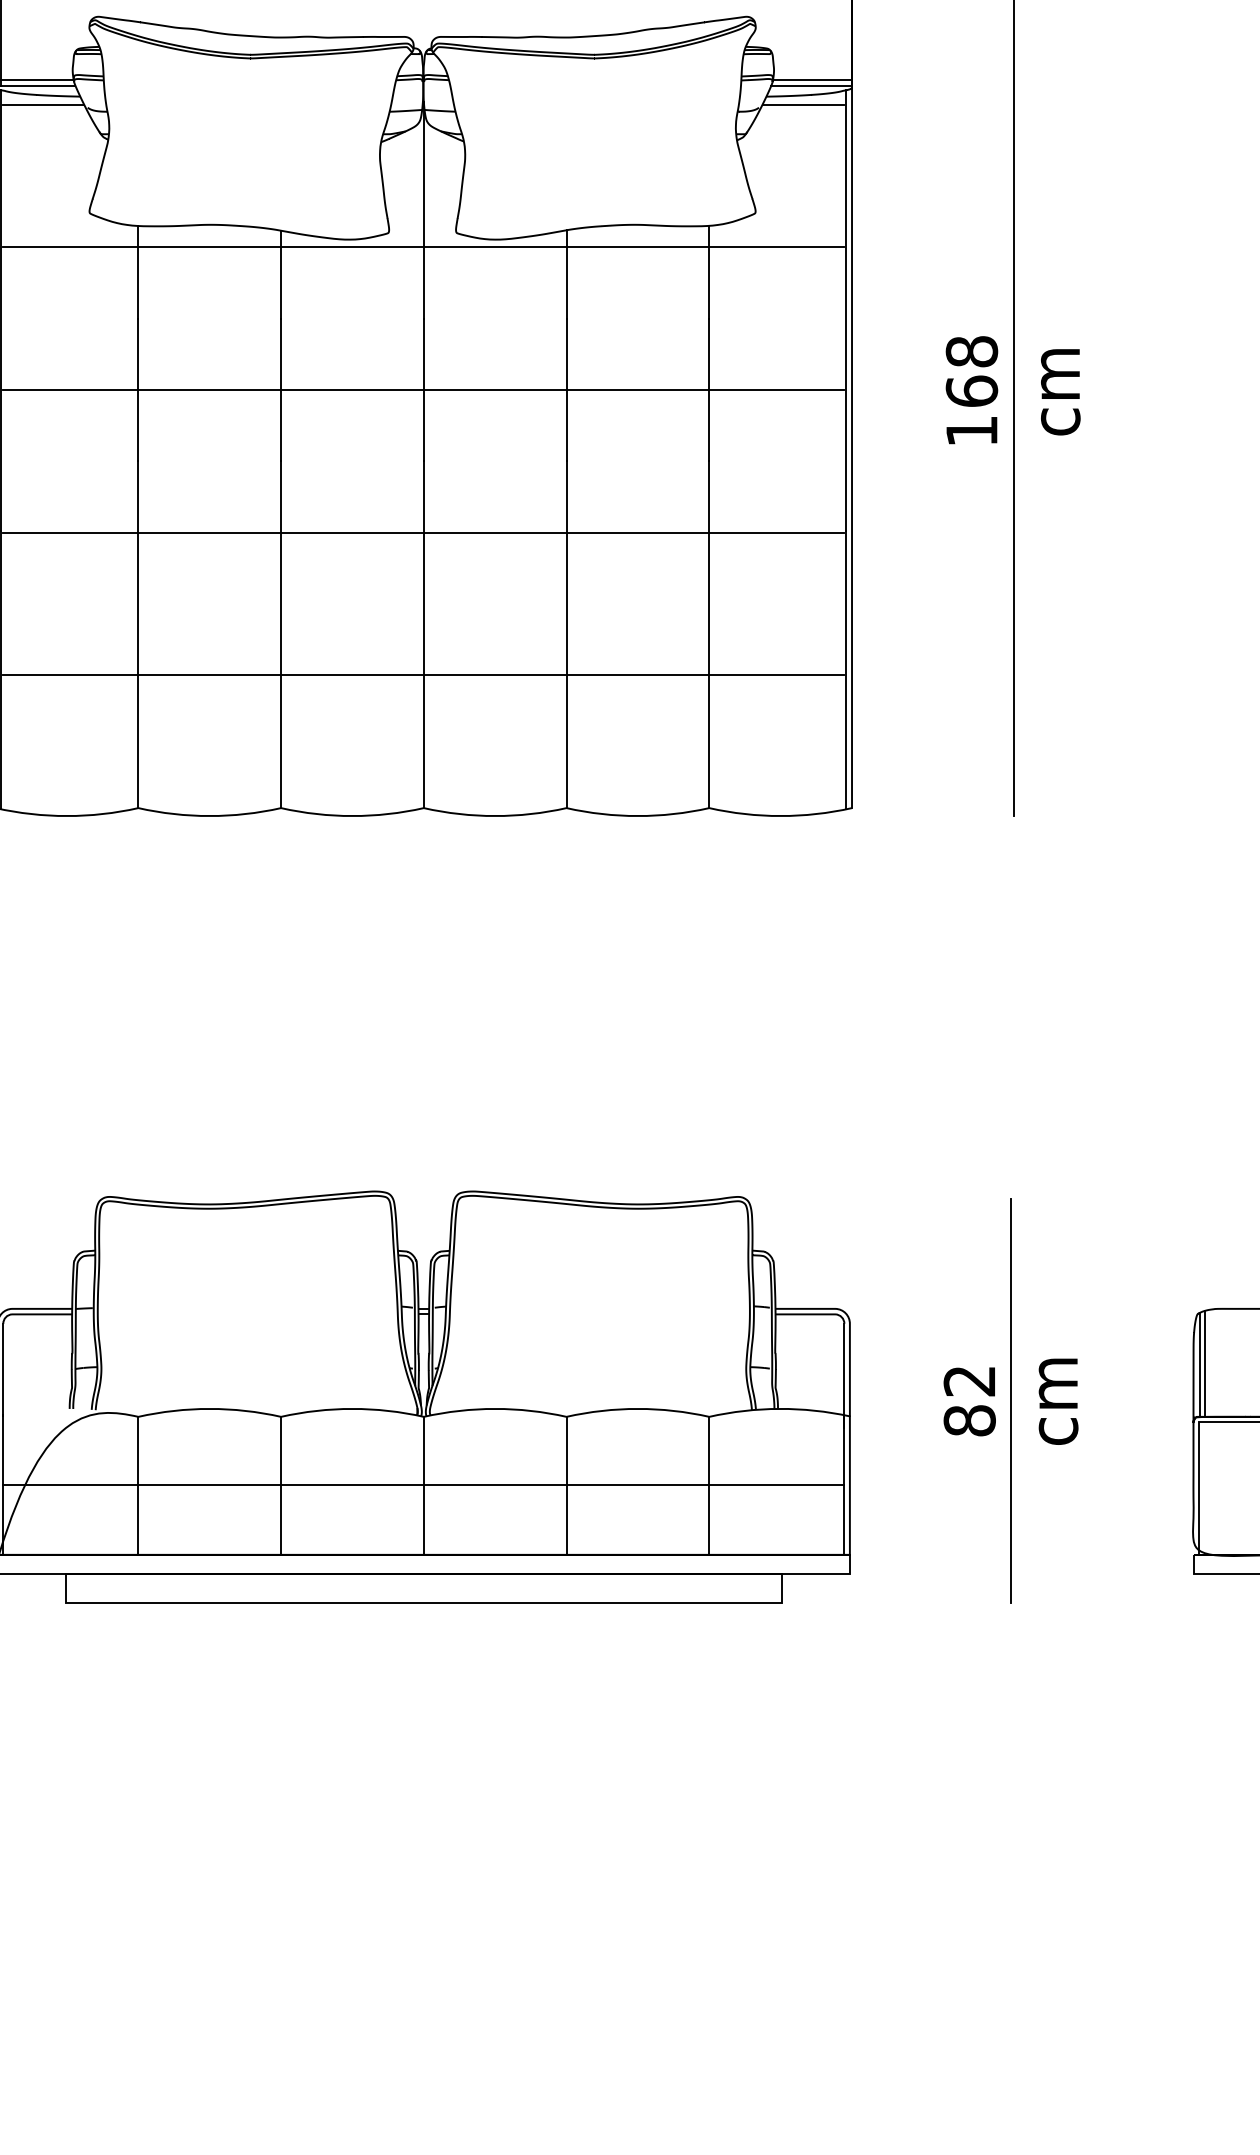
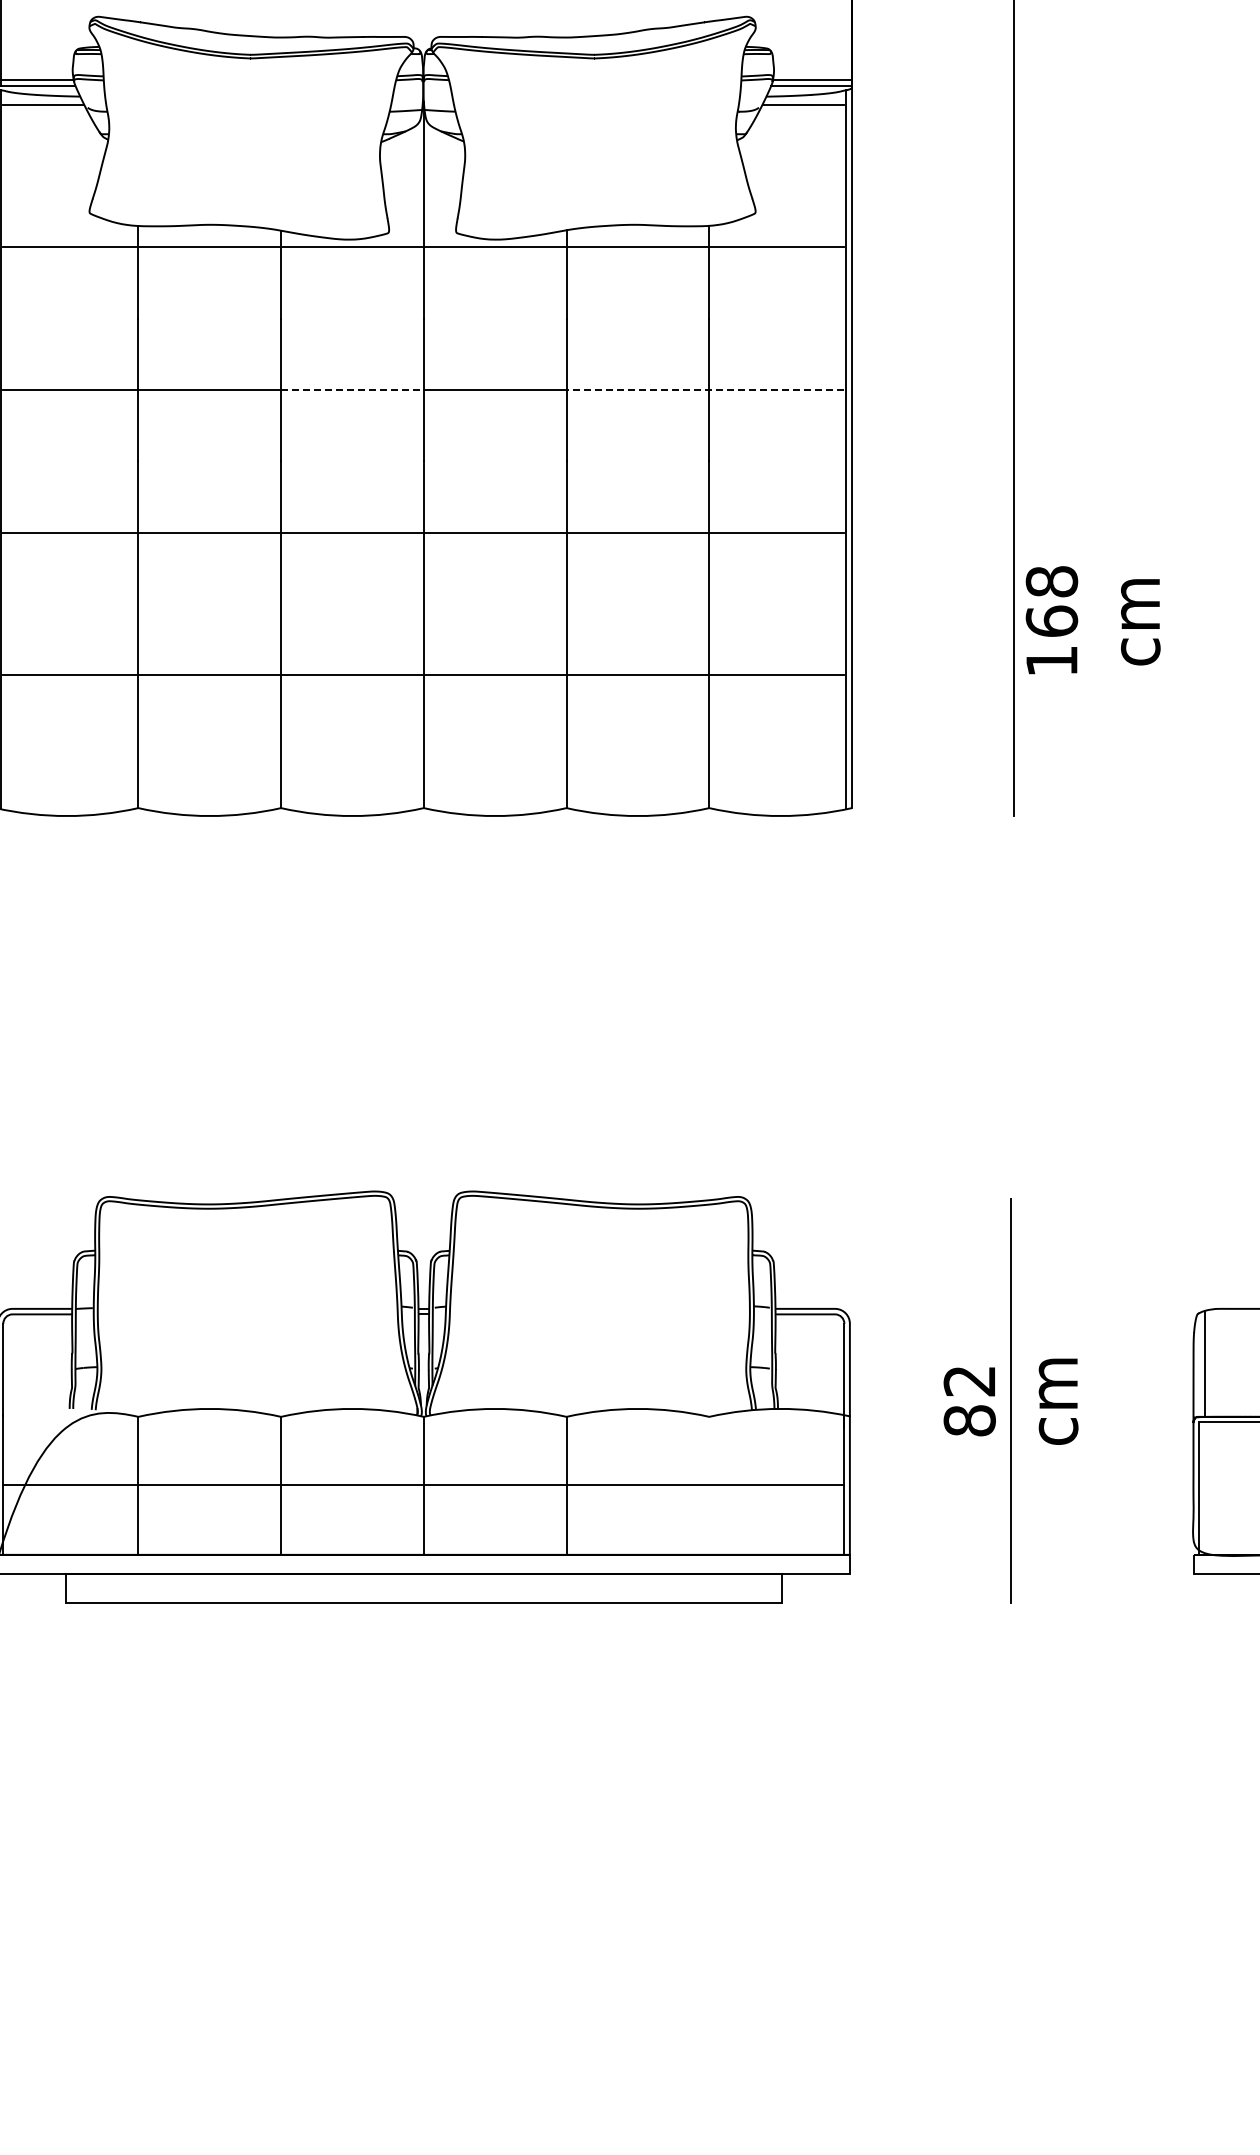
line at (705, 389): solid -> dashed
line at (352, 390): solid -> dashed
text at (1012, 390) position: (1012, 390) -> (1092, 620)
line at (1199, 1364): present -> none
line at (709, 1485): present -> none
